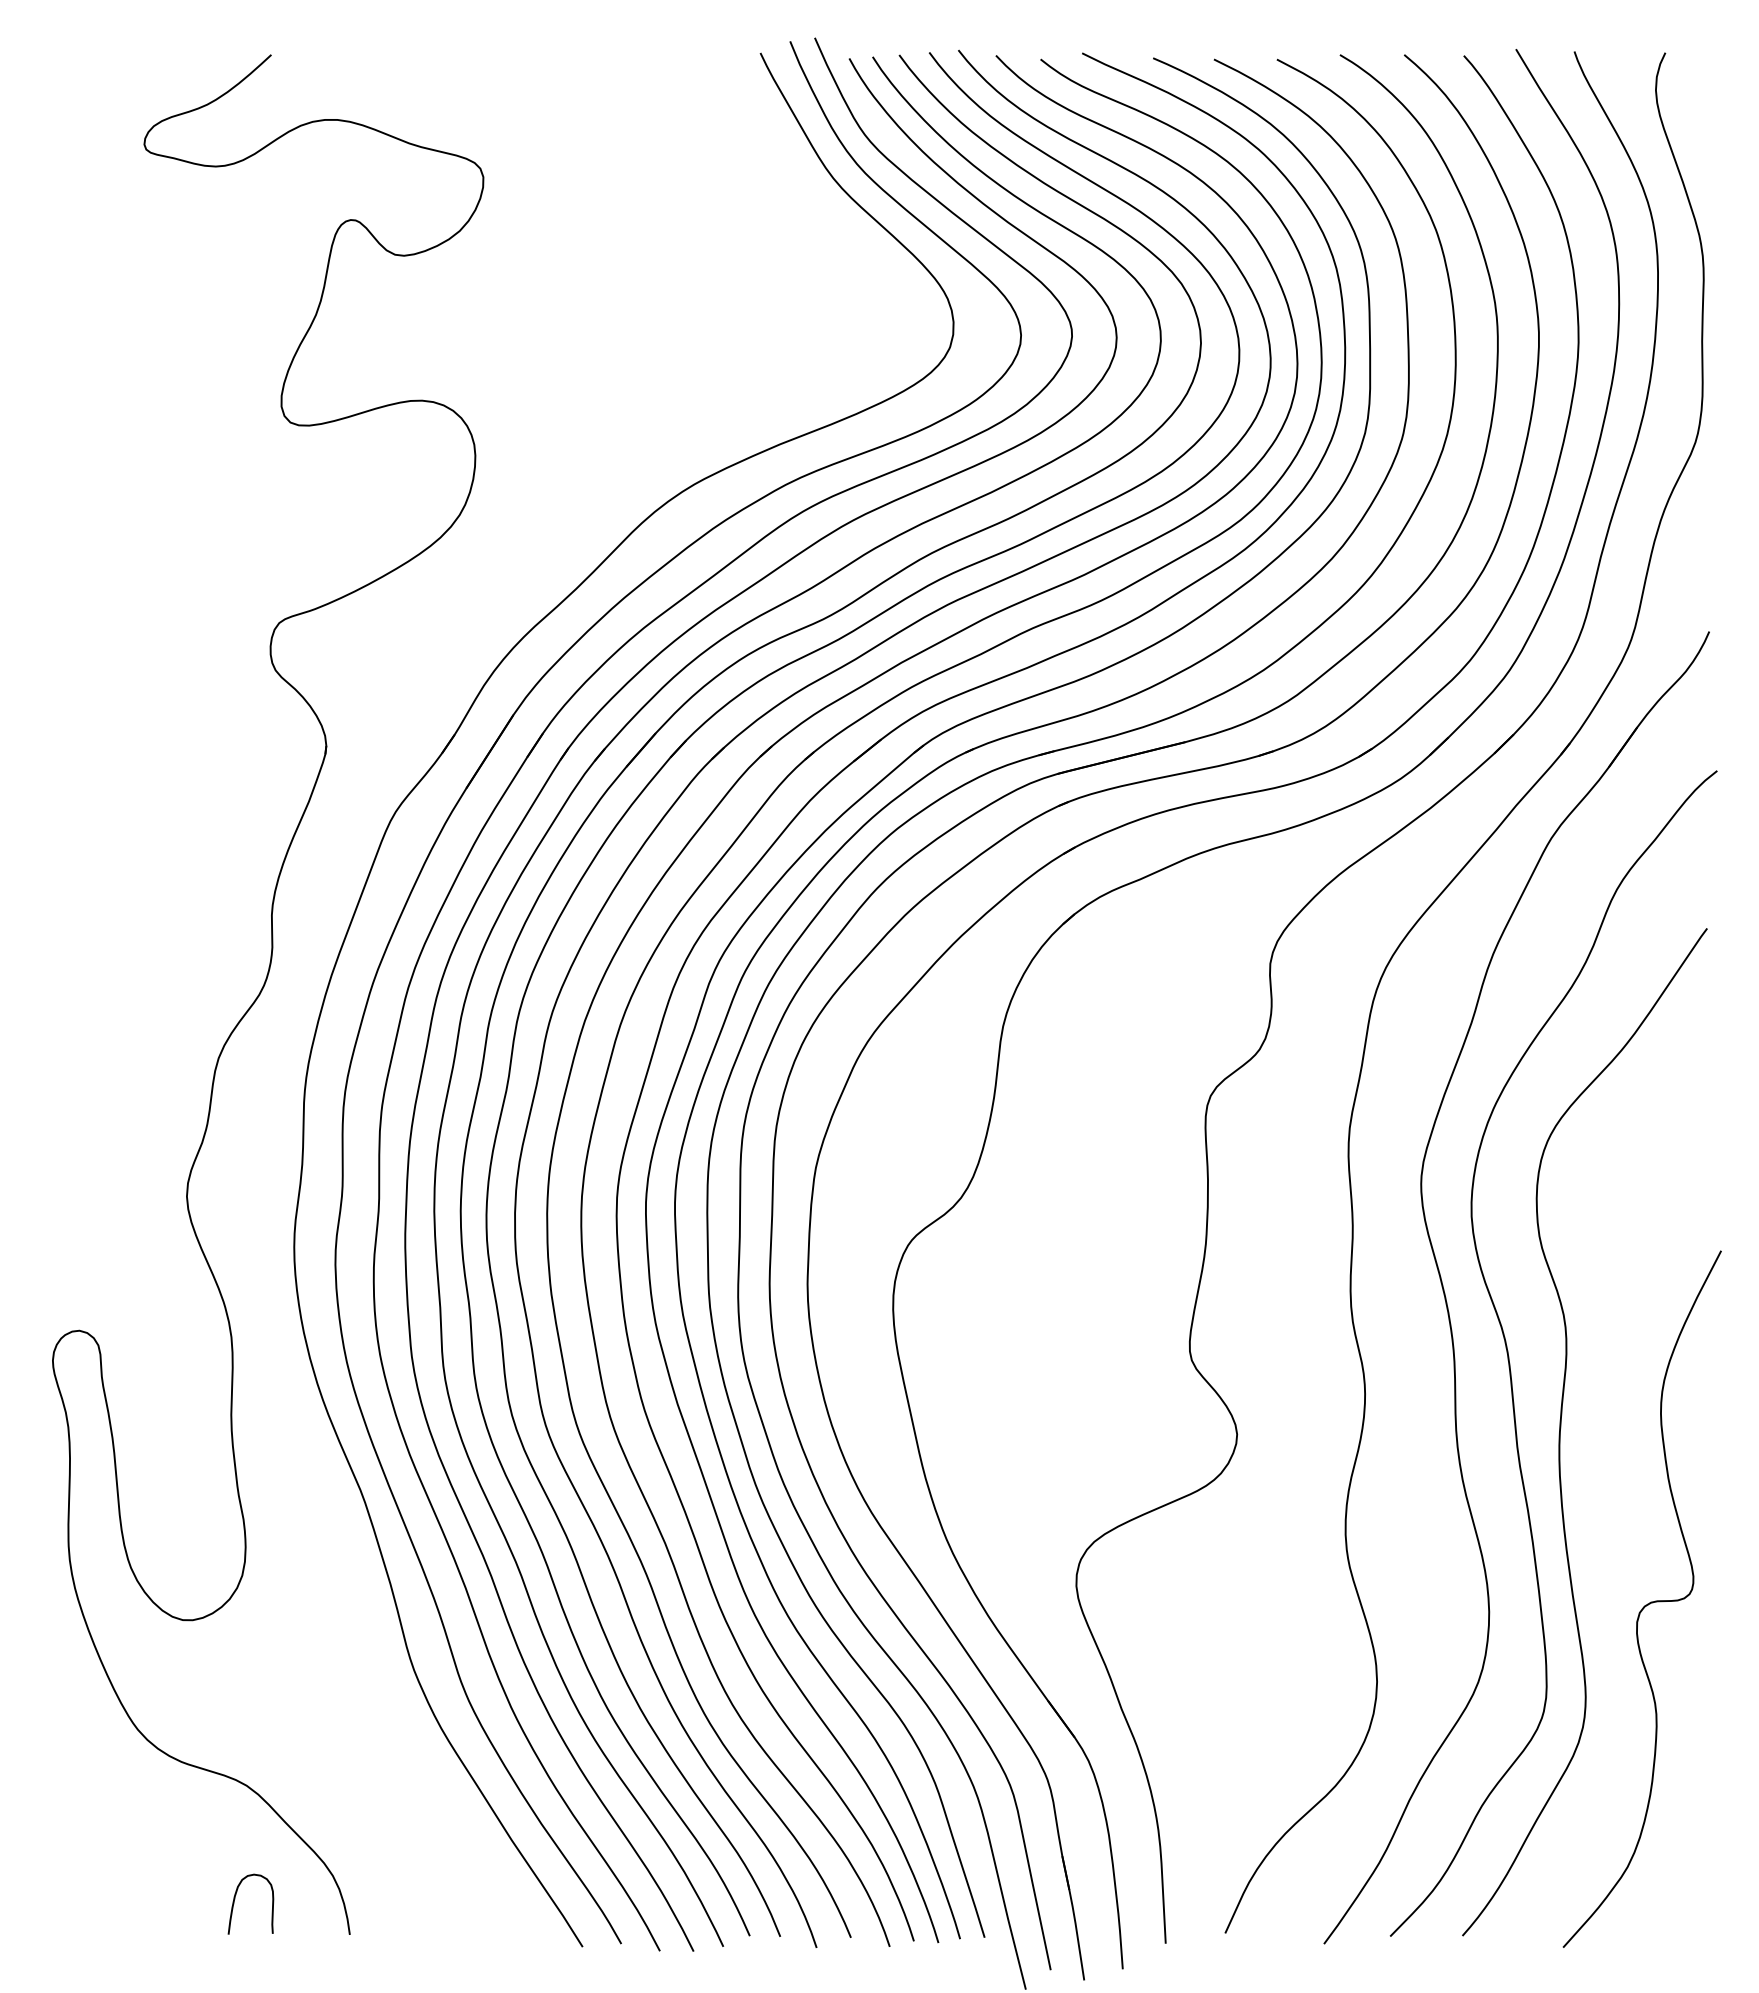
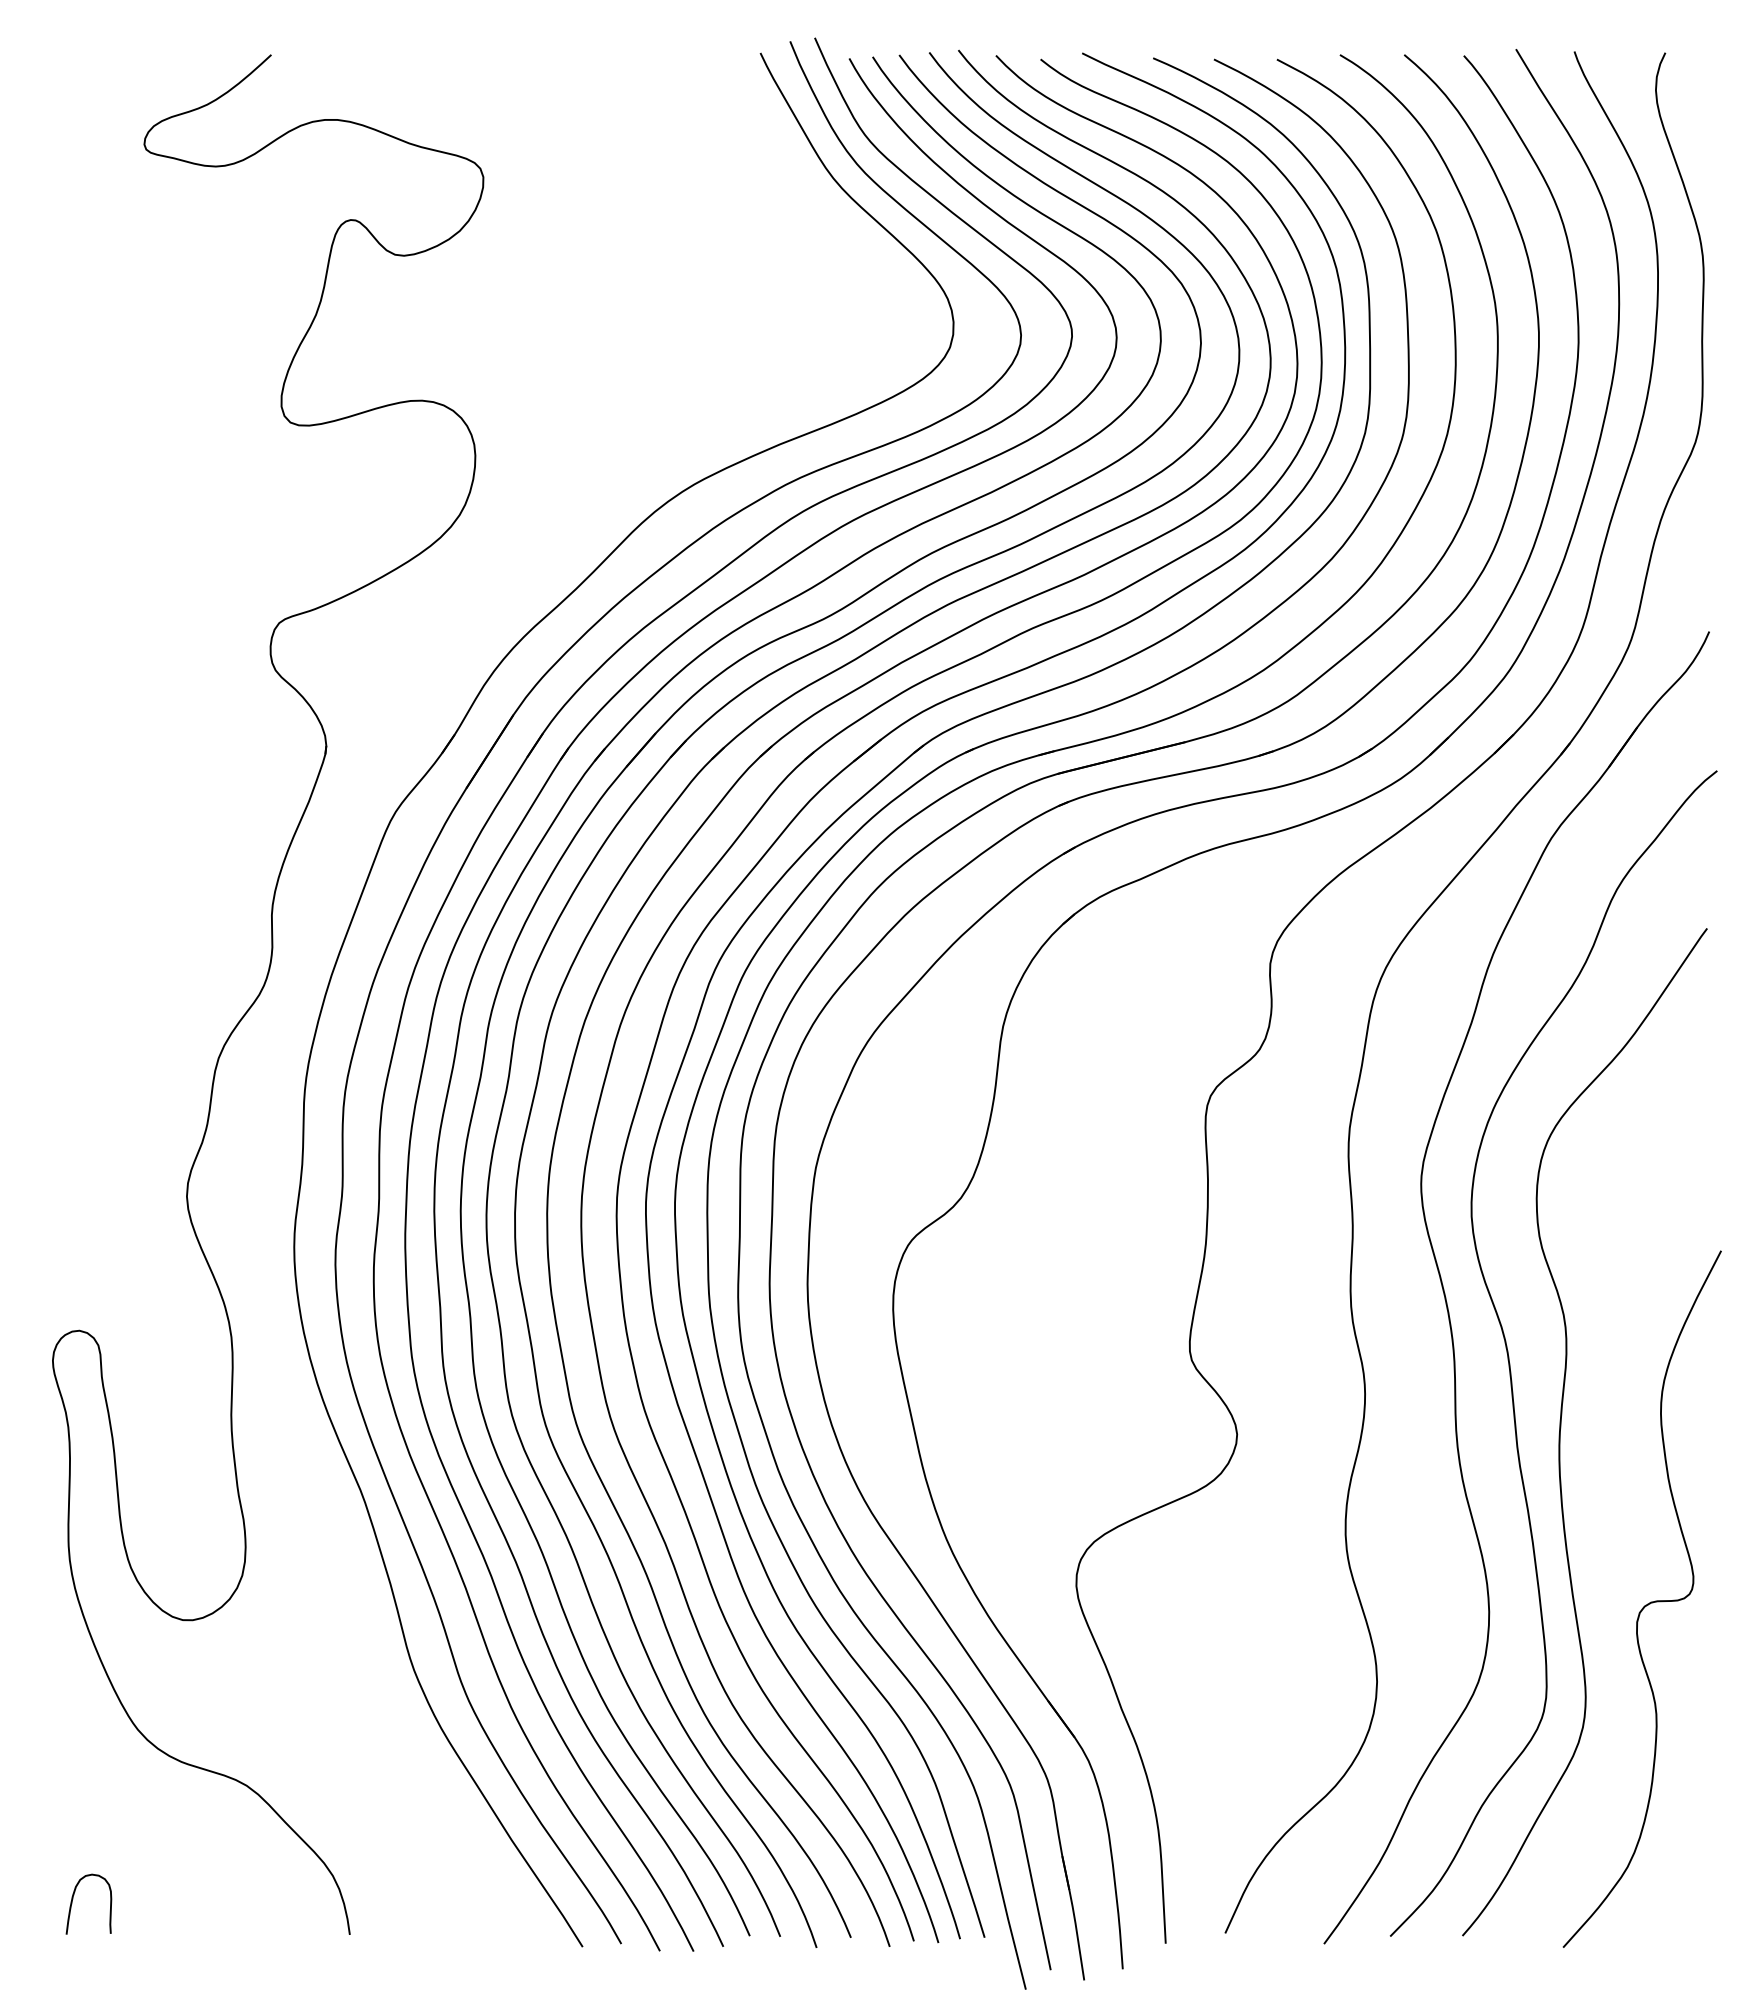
curve at (235, 1899) position: (235, 1899) -> (73, 1899)
